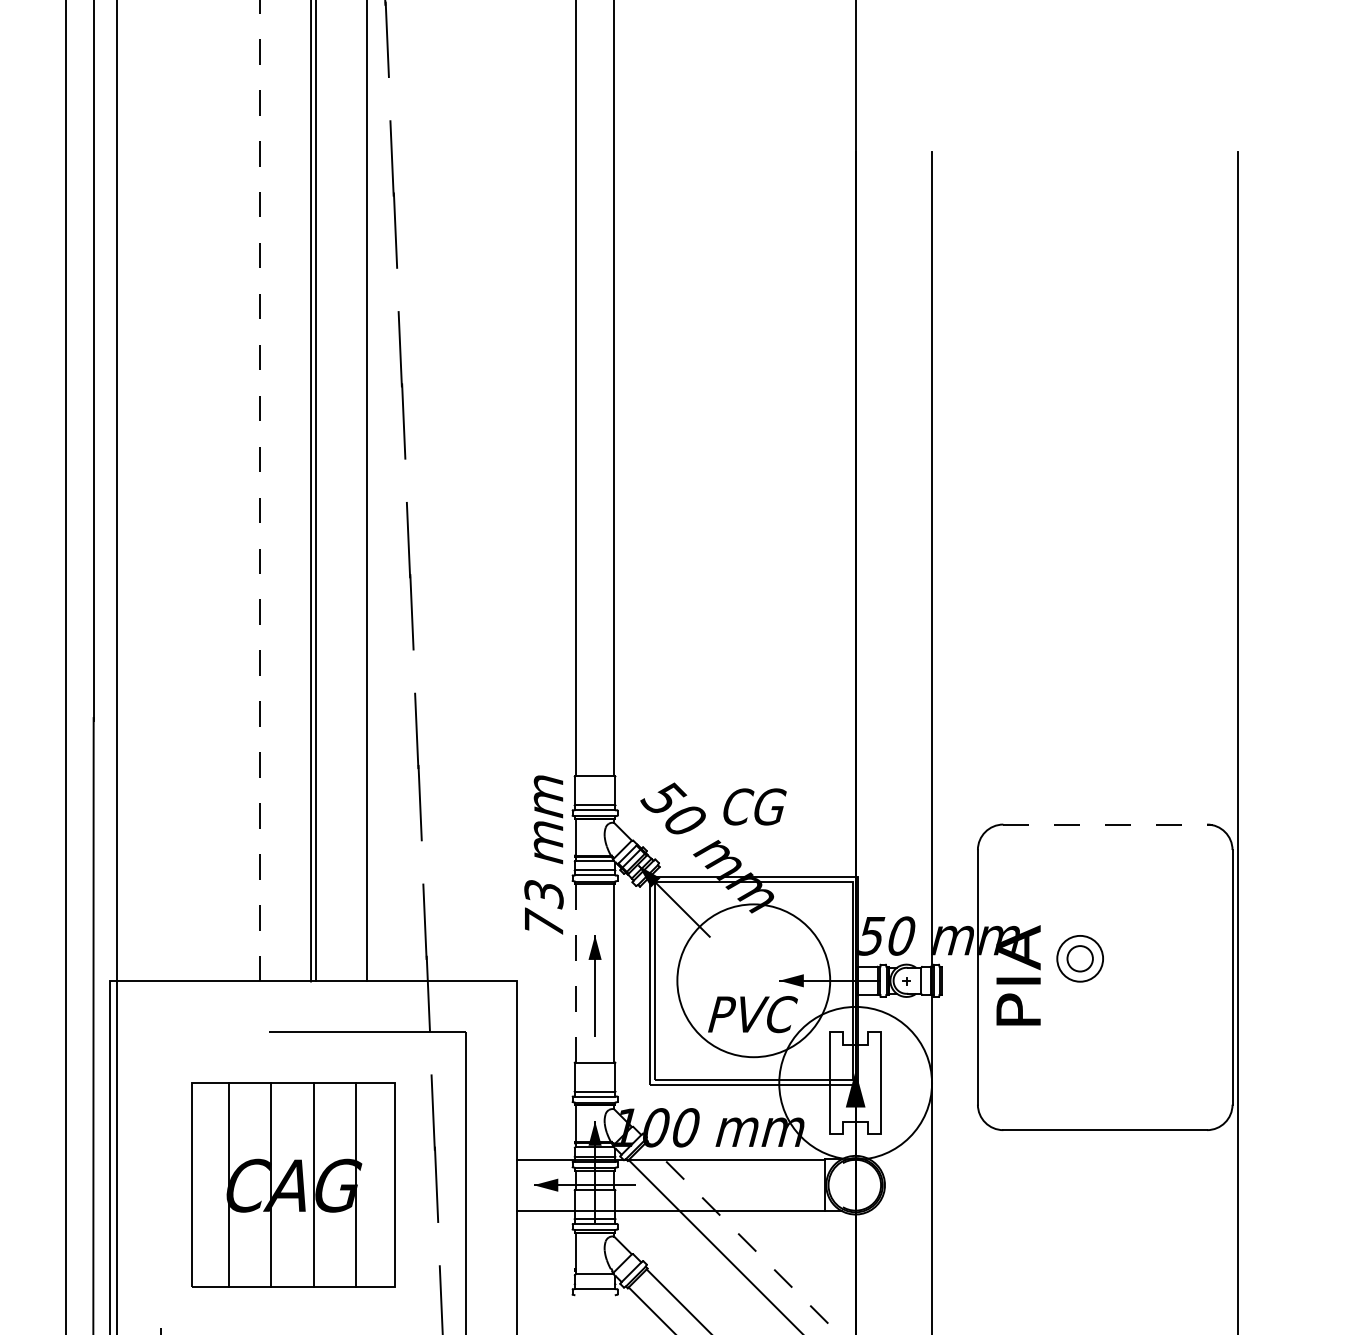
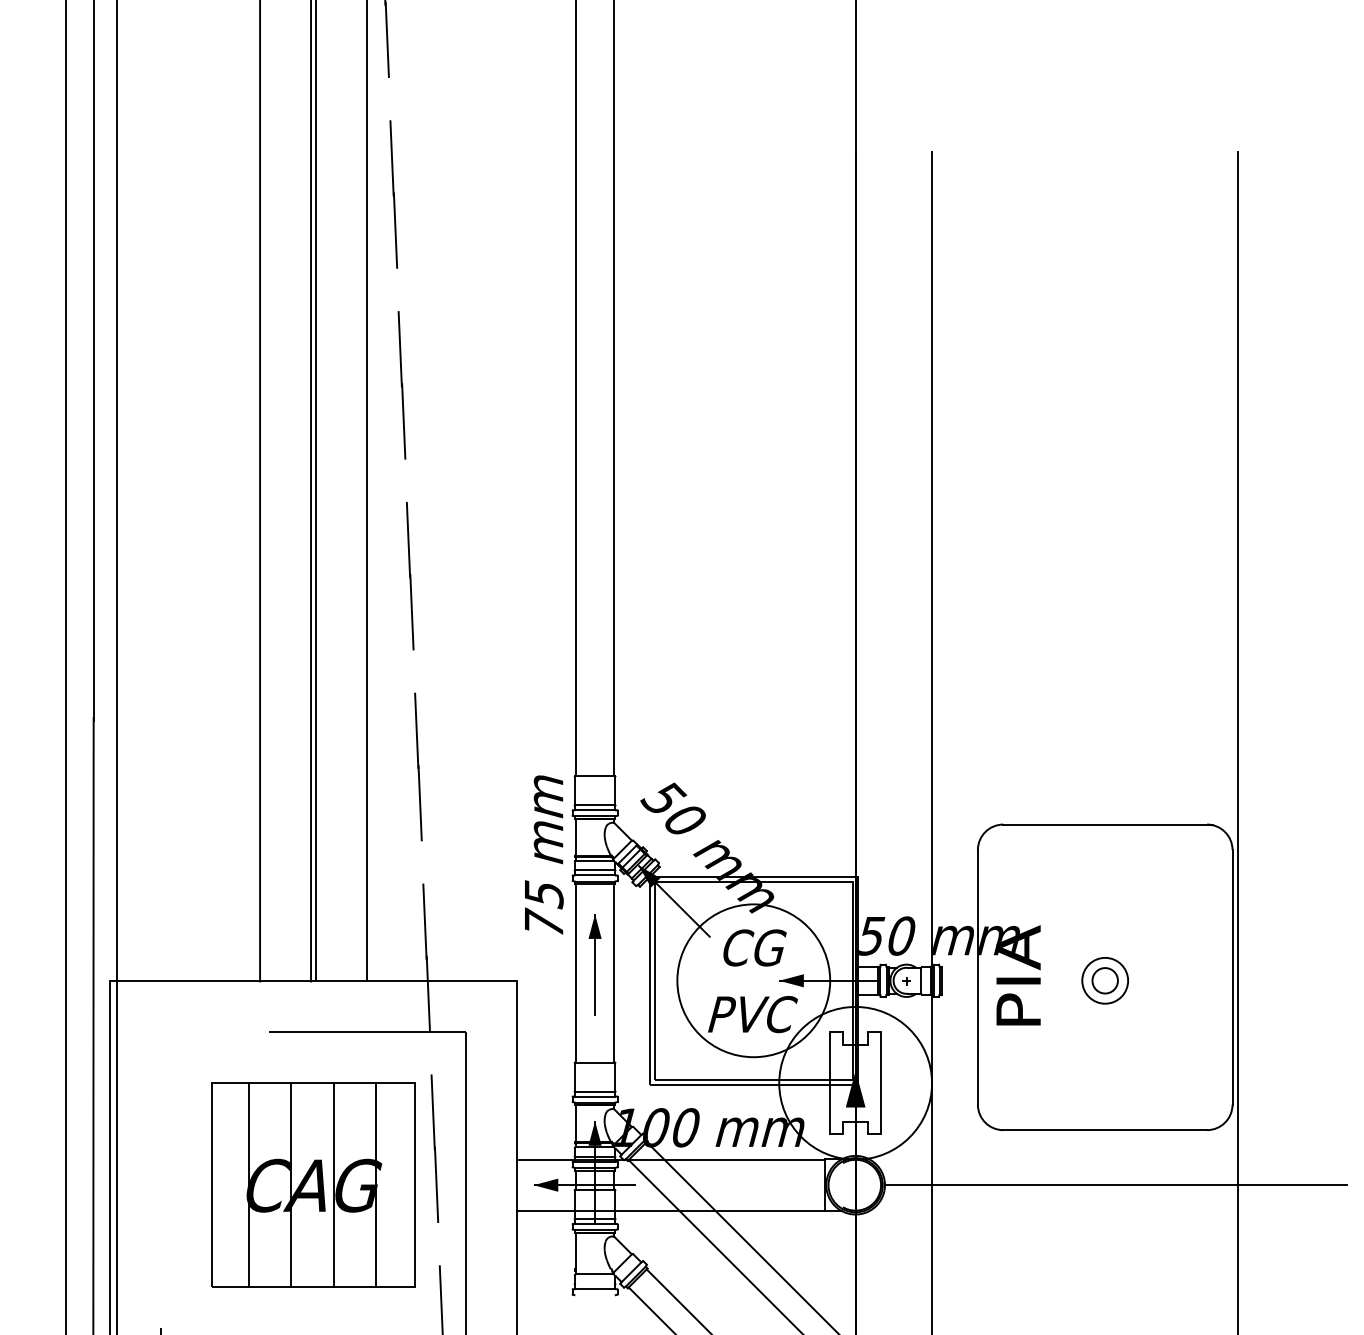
line at (260, 490): dashed -> solid
text at (754, 806) position: (754, 806) -> (754, 947)
line at (1108, 824): dashed -> solid
text at (543, 894): 73 -> 75
part at (1079, 958) position: (1079, 958) -> (1104, 980)
line at (575, 972): dashed -> solid
part at (594, 985) position: (594, 985) -> (594, 964)
part at (293, 1184) position: (293, 1184) -> (313, 1184)
line at (1116, 1185): none -> present
line at (742, 1238): dashed -> solid
